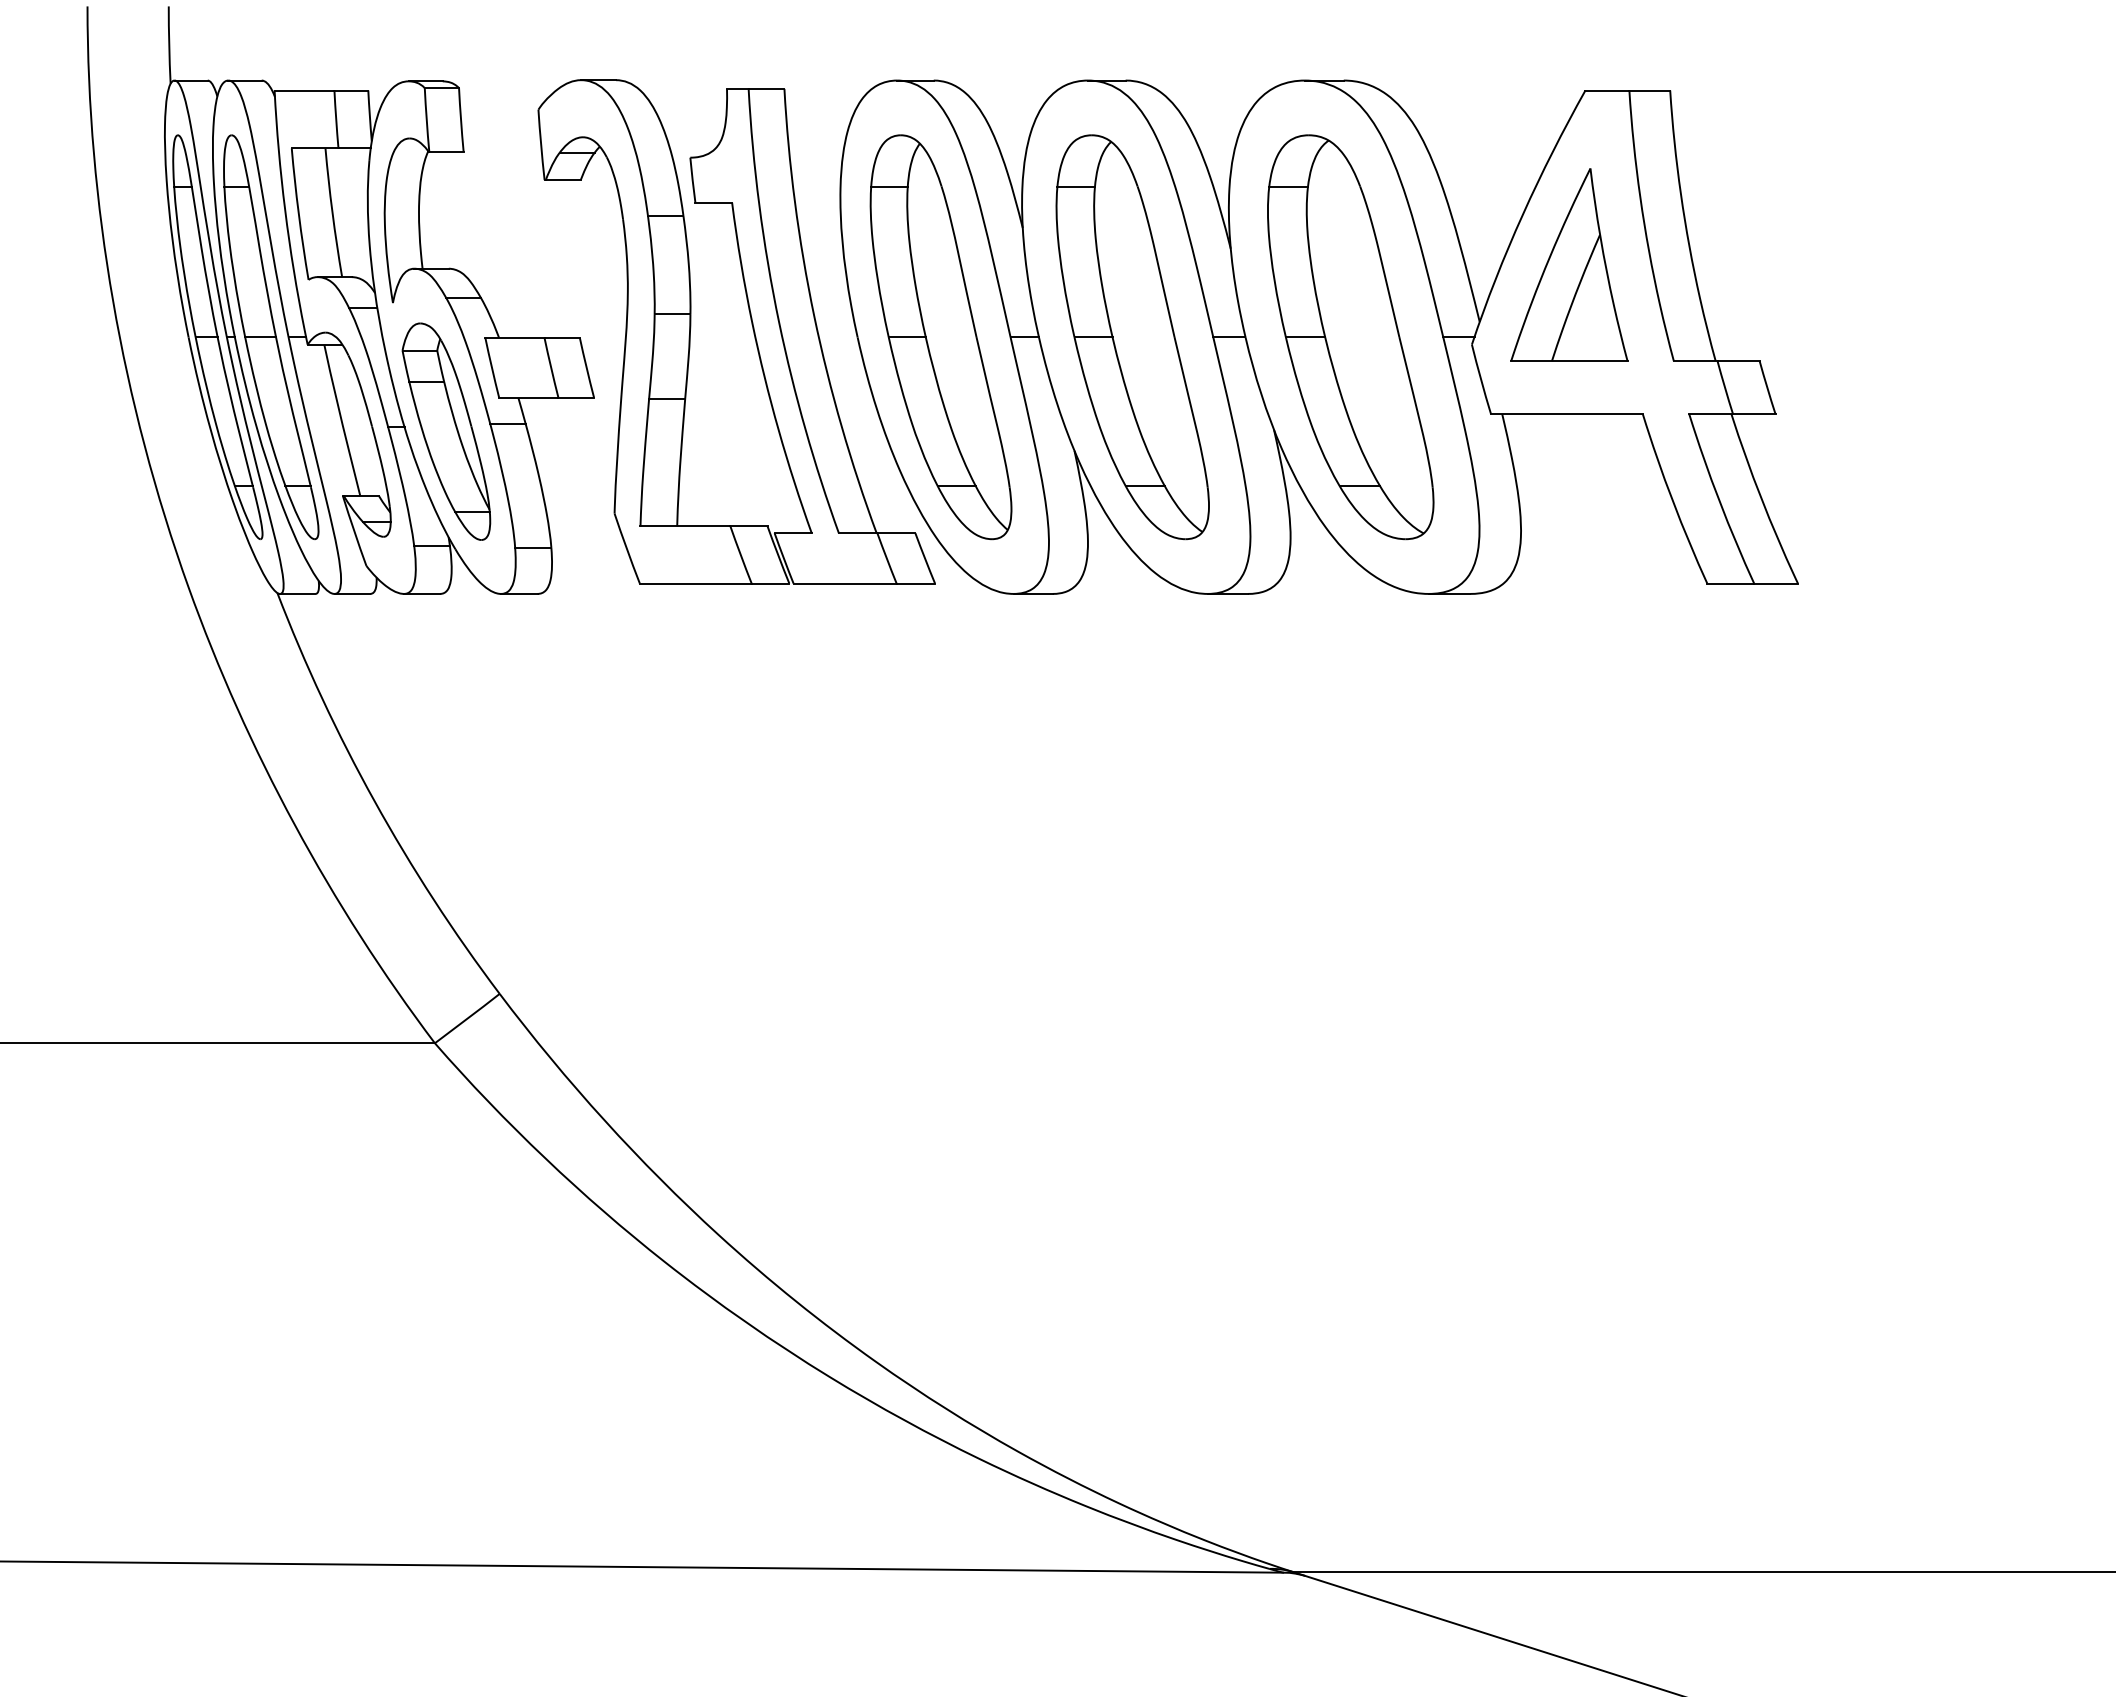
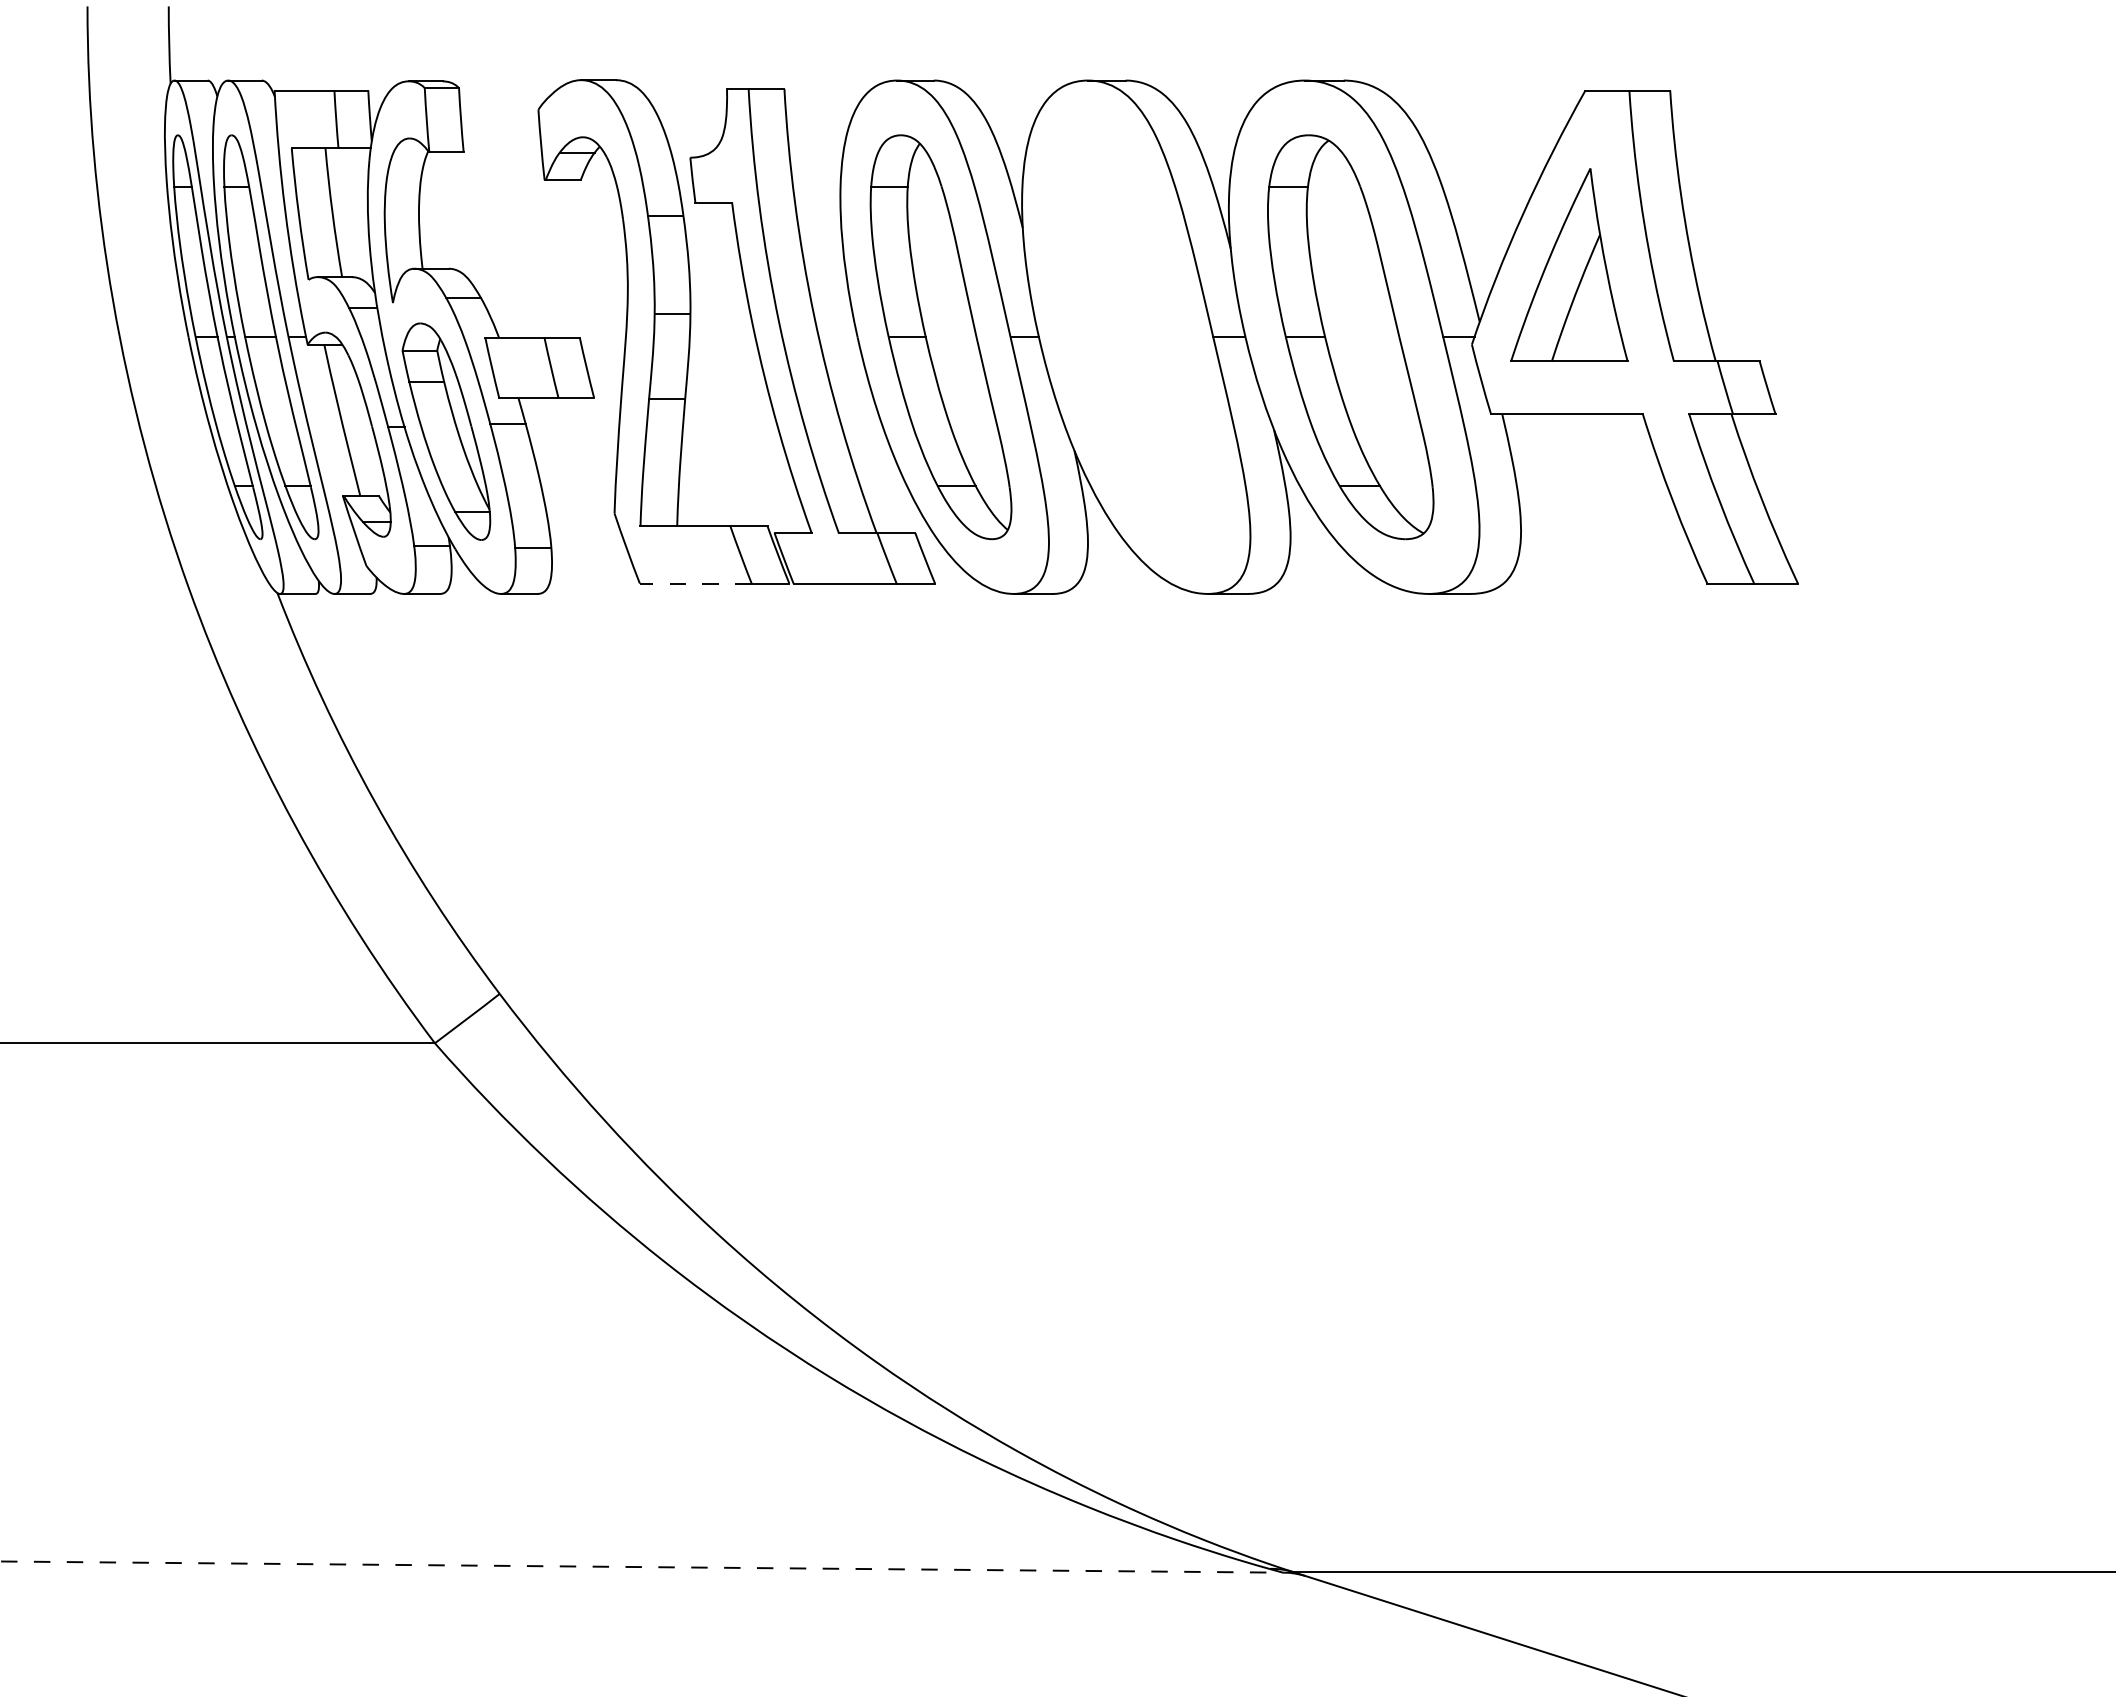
part at (1132, 337): present -> none
line at (695, 583): solid -> dashed
line at (642, 1567): solid -> dashed
